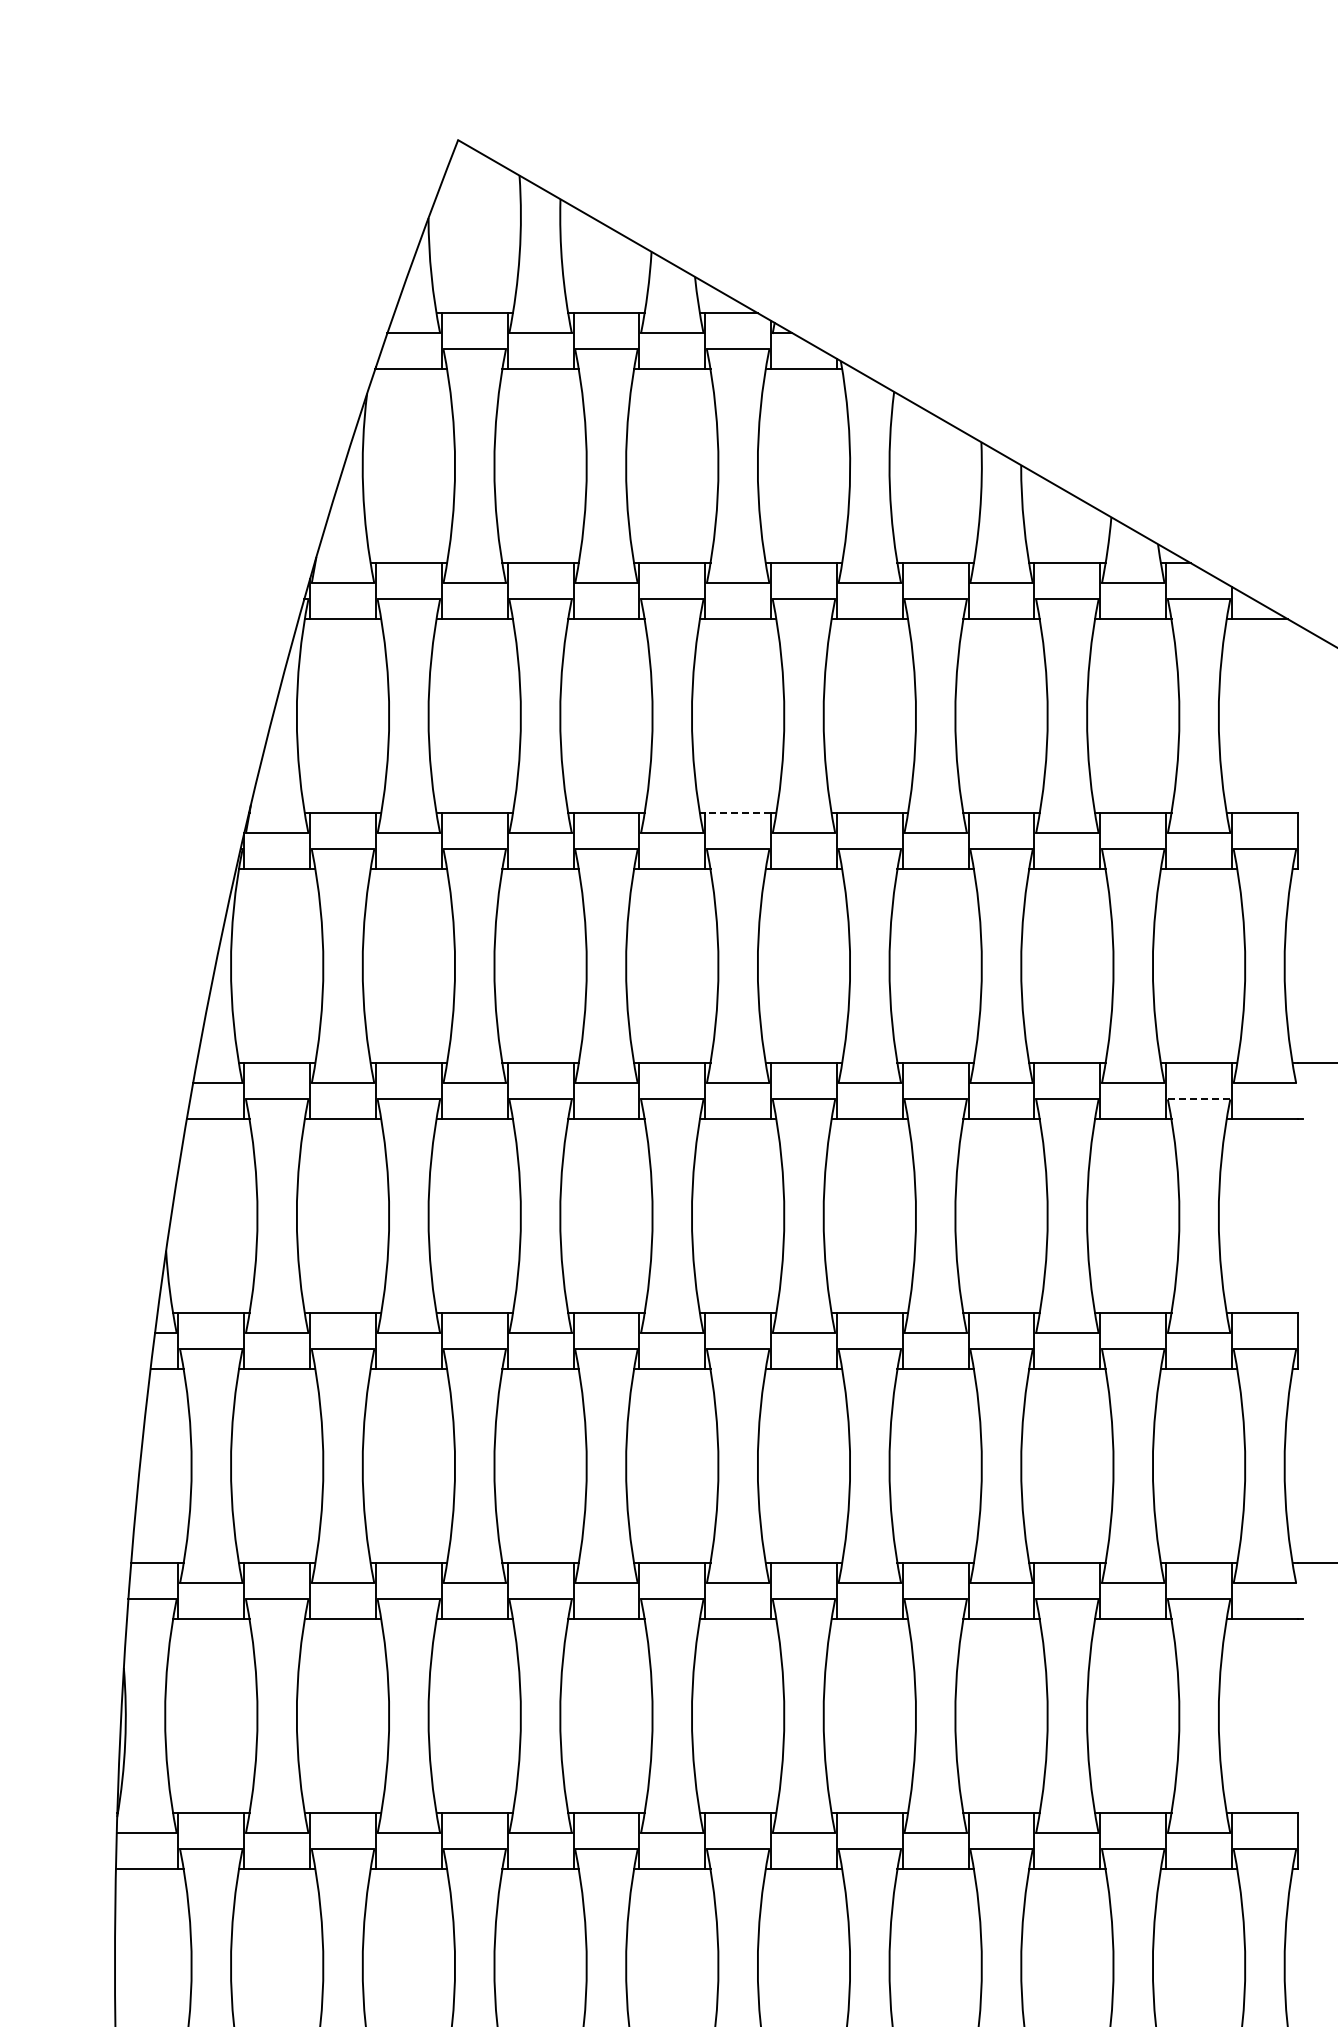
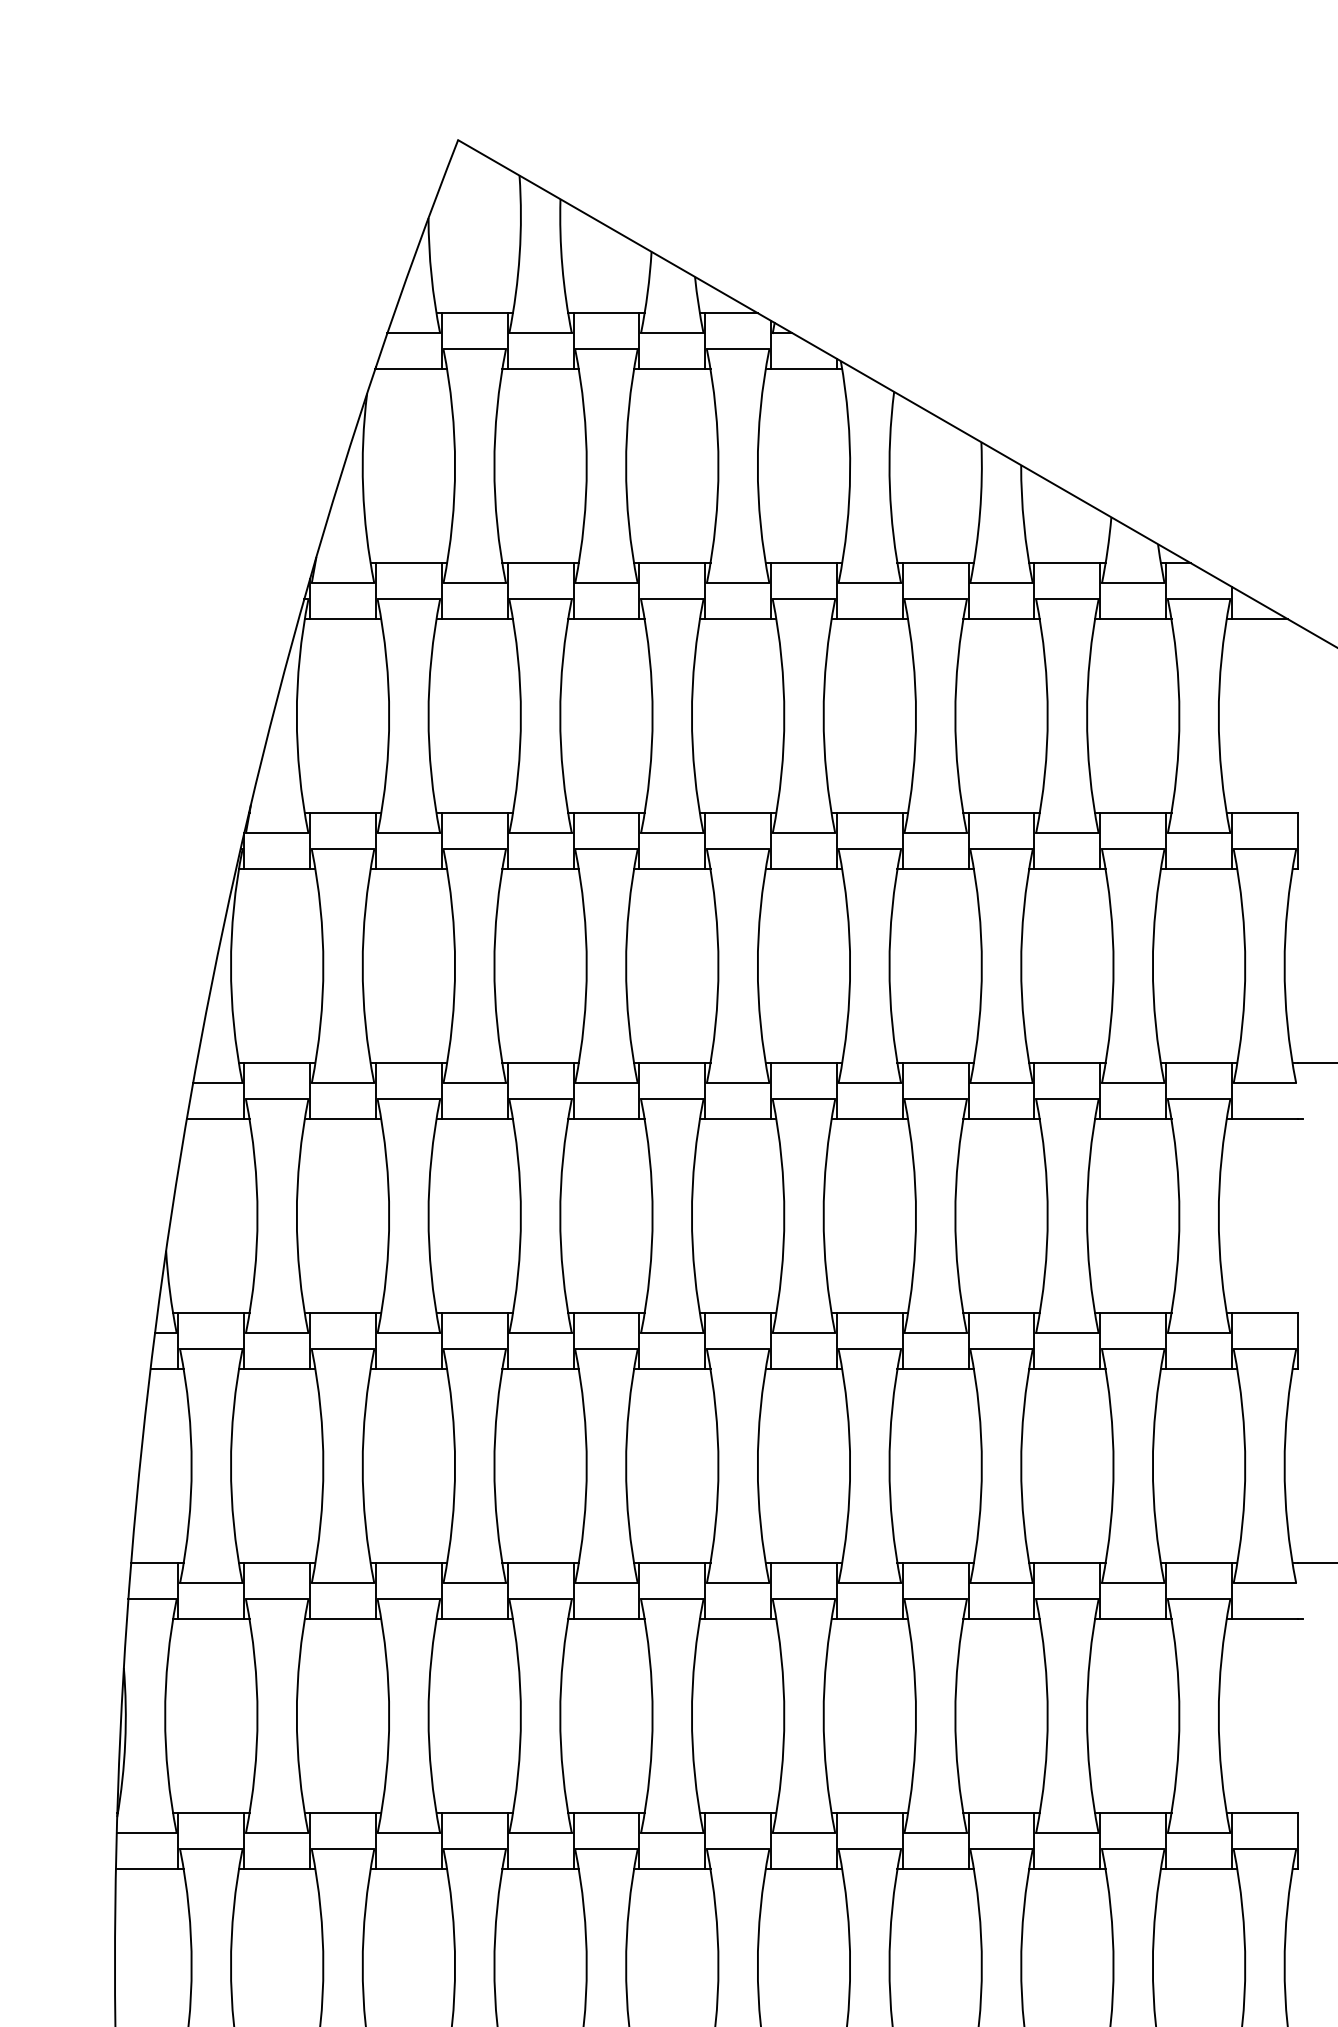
line at (738, 813): dashed -> solid
line at (1198, 1099): dashed -> solid
